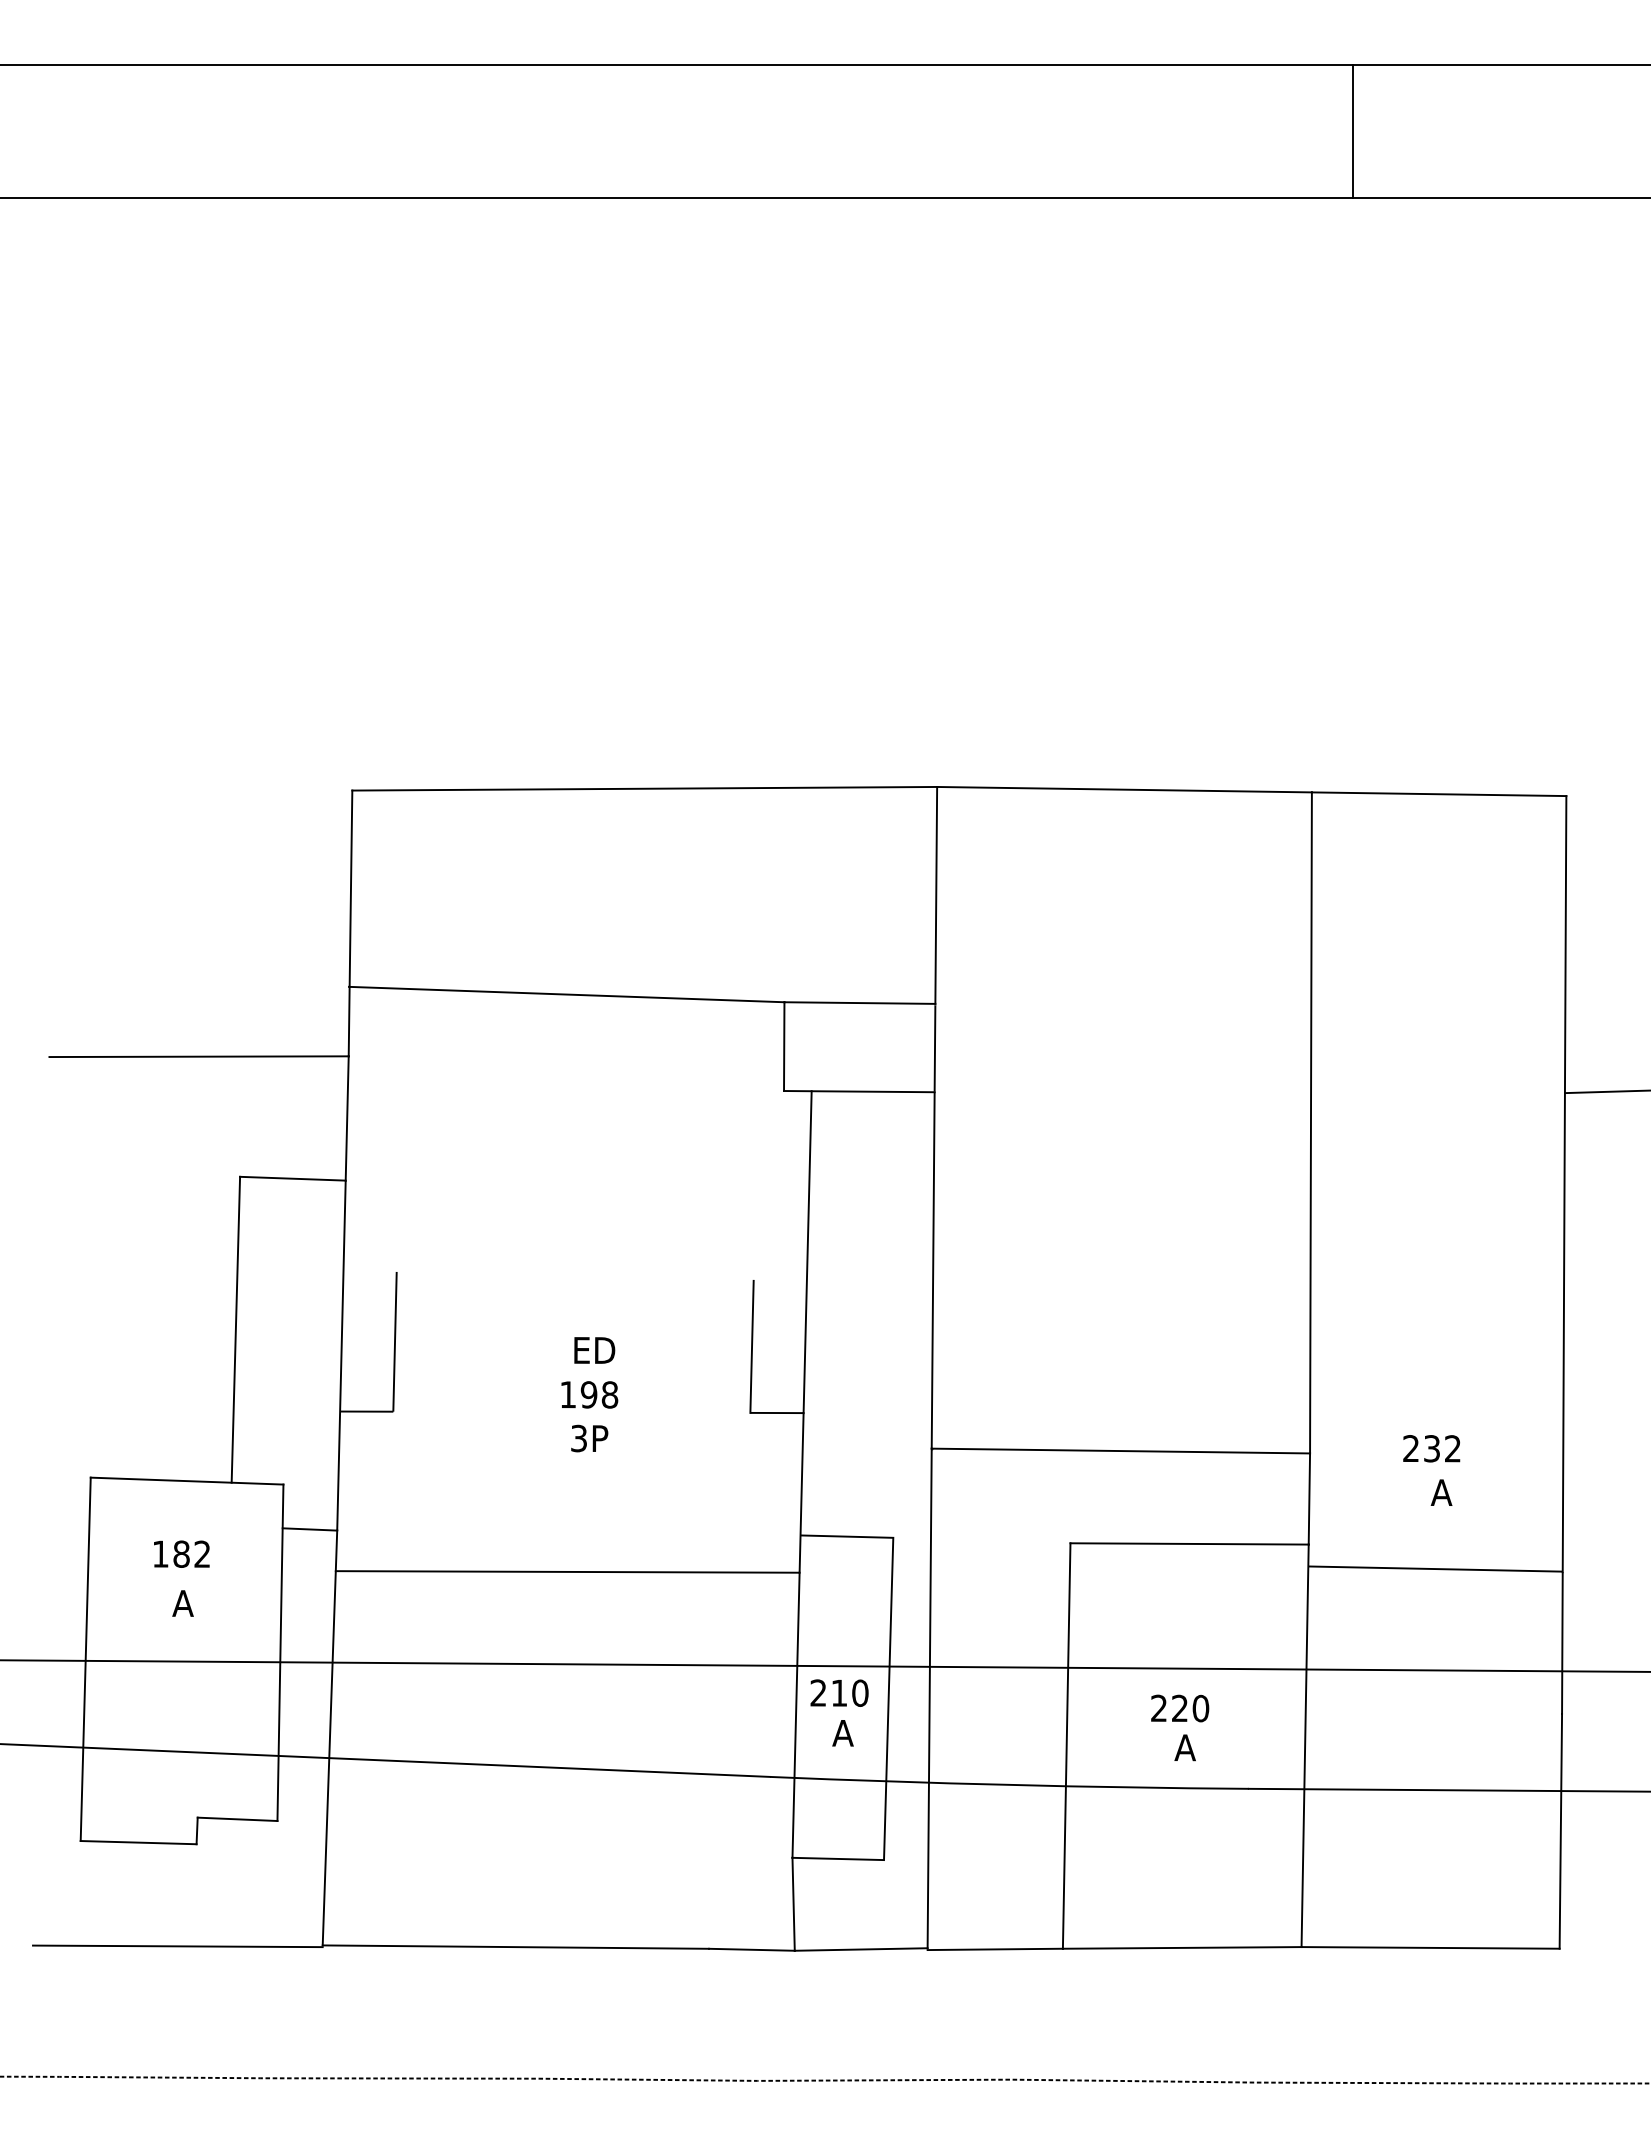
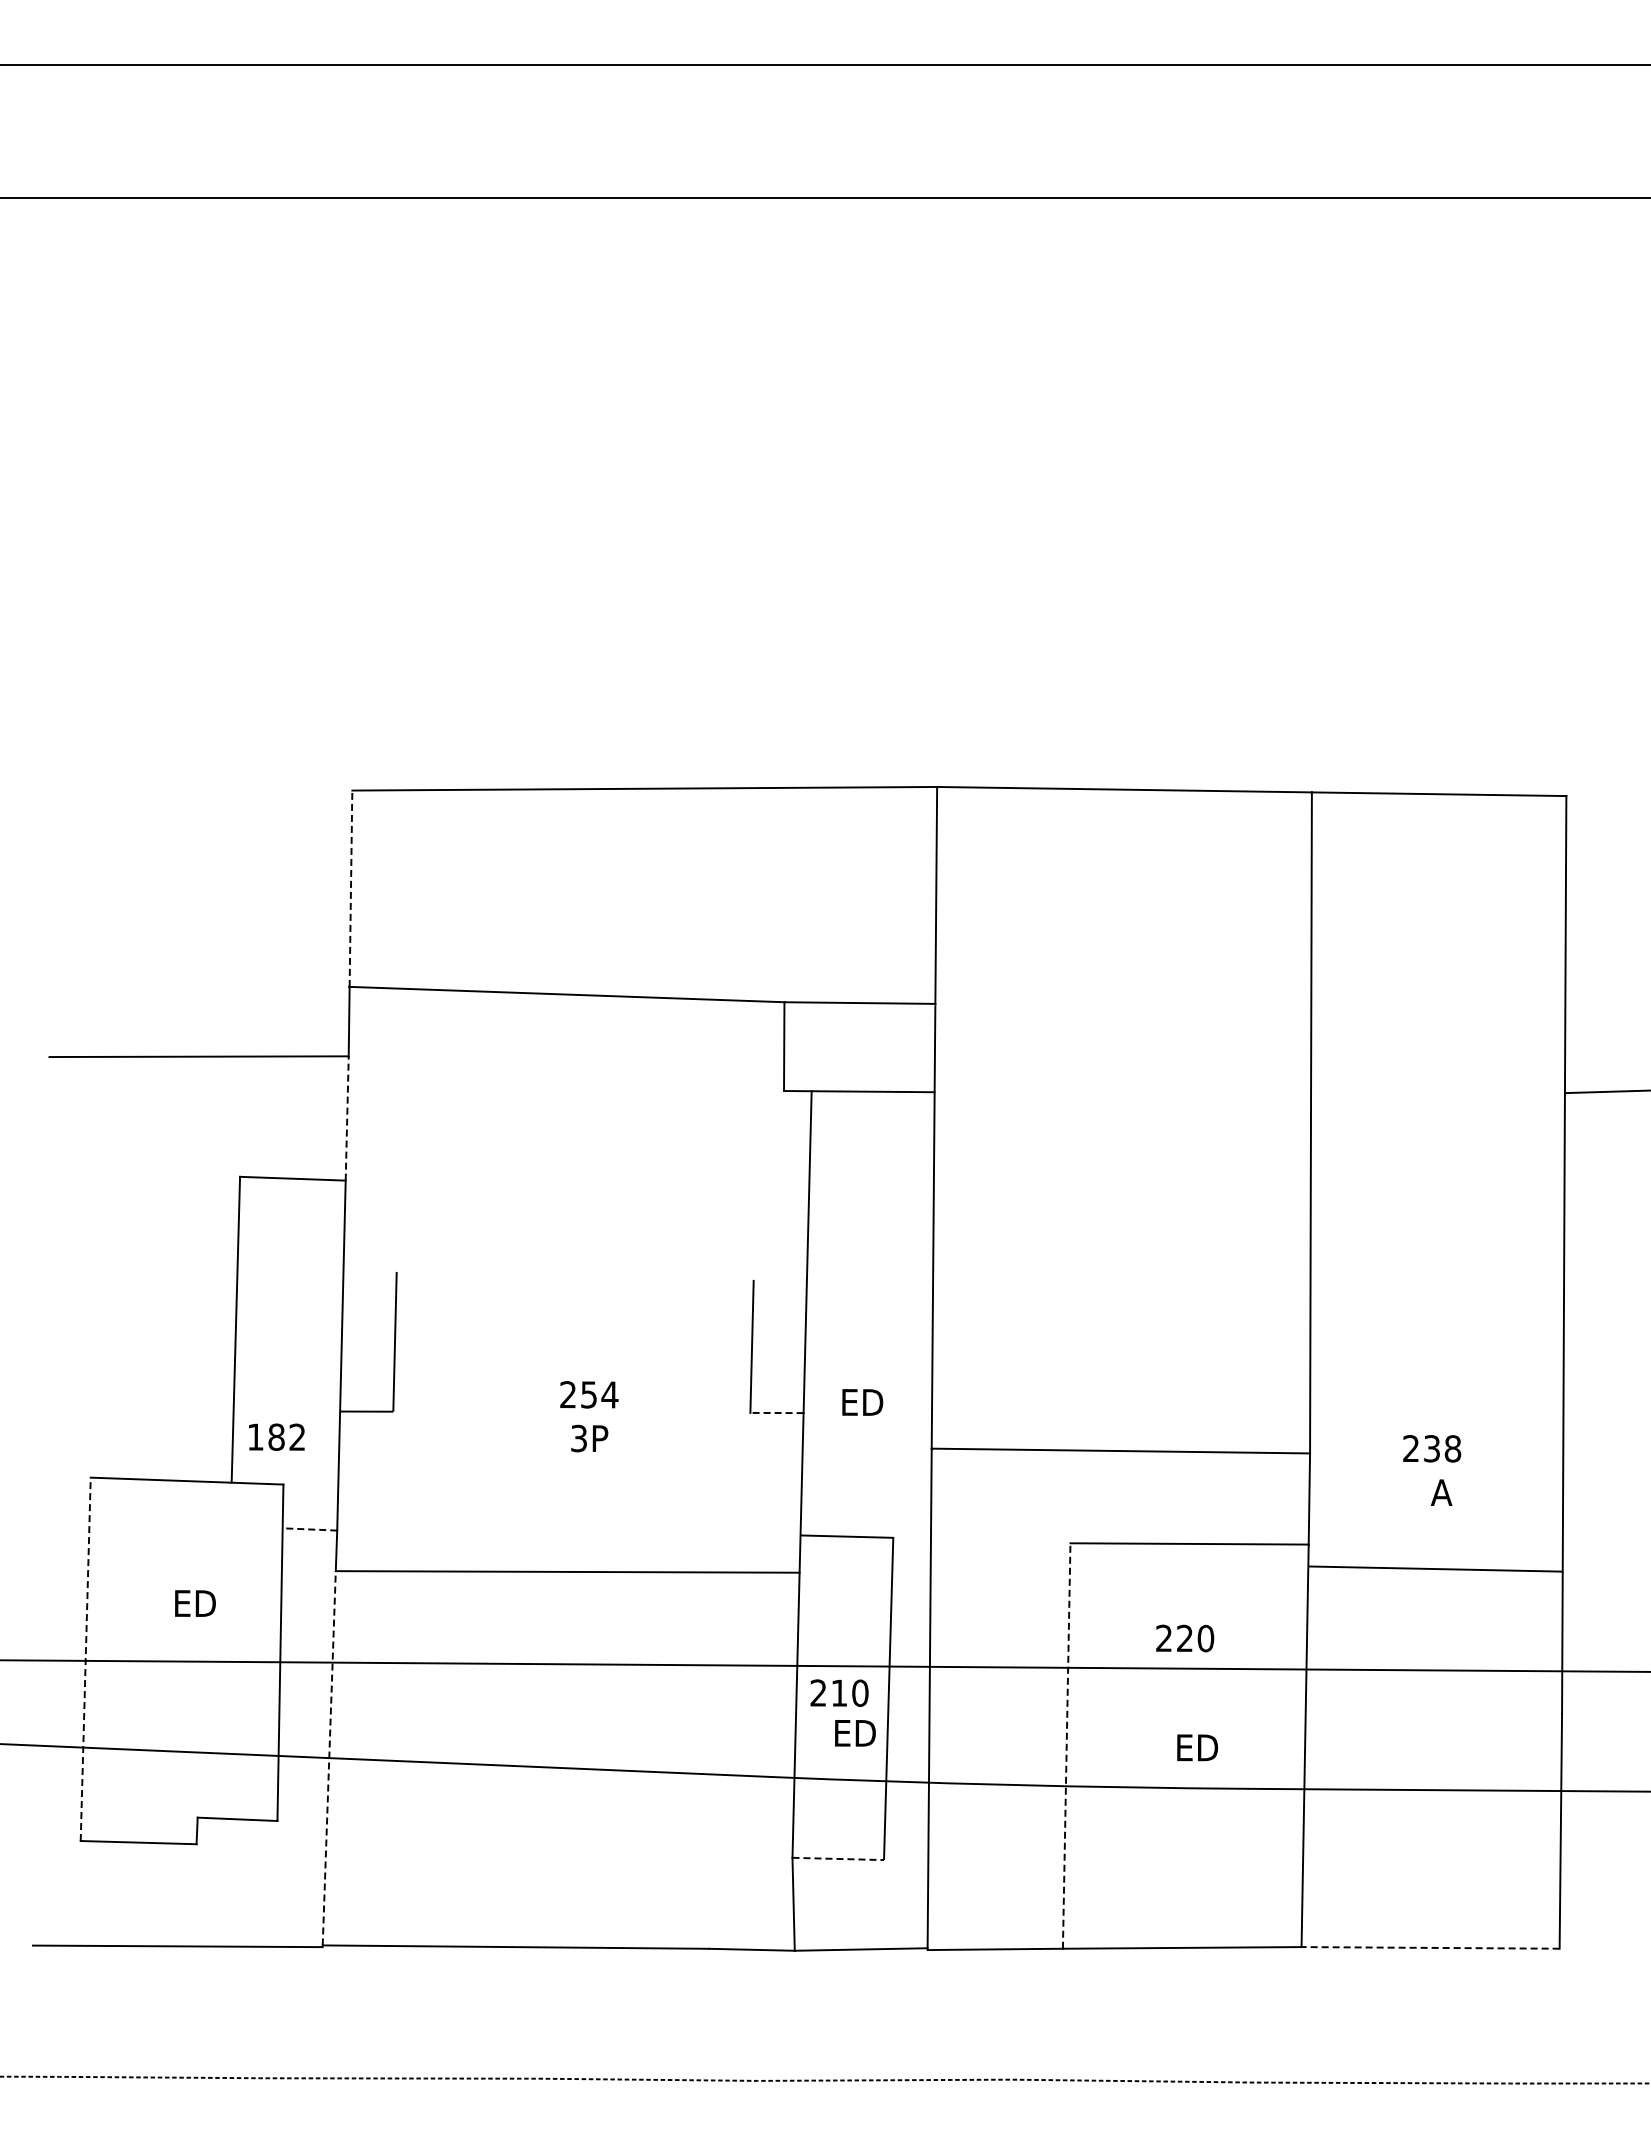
line at (1353, 130): present -> none
line at (350, 888): solid -> dashed
line at (347, 1117): solid -> dashed
text at (594, 1350) position: (594, 1350) -> (862, 1402)
text at (589, 1394): 198 -> 254
line at (777, 1413): solid -> dashed
text at (1452, 1448): 232 -> 238
line at (309, 1529): solid -> dashed
text at (181, 1553) position: (181, 1553) -> (276, 1436)
text at (193, 1603): A -> ED
line at (85, 1659): solid -> dashed
text at (1180, 1708) position: (1180, 1708) -> (1185, 1638)
text at (853, 1733): A -> ED
line at (1066, 1746): solid -> dashed
text at (1196, 1747): A -> ED
line at (329, 1757): solid -> dashed
line at (838, 1858): solid -> dashed
line at (1430, 1947): solid -> dashed
